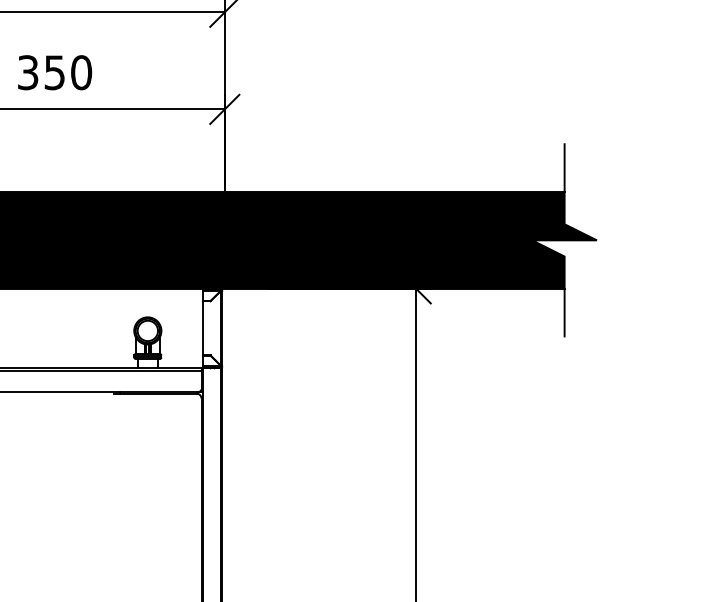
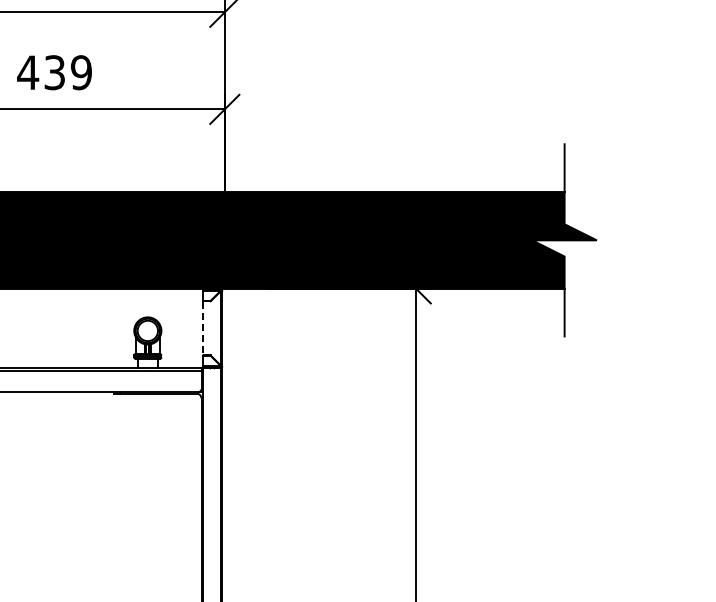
text at (54, 72): 350 -> 439
line at (202, 328): solid -> dashed
